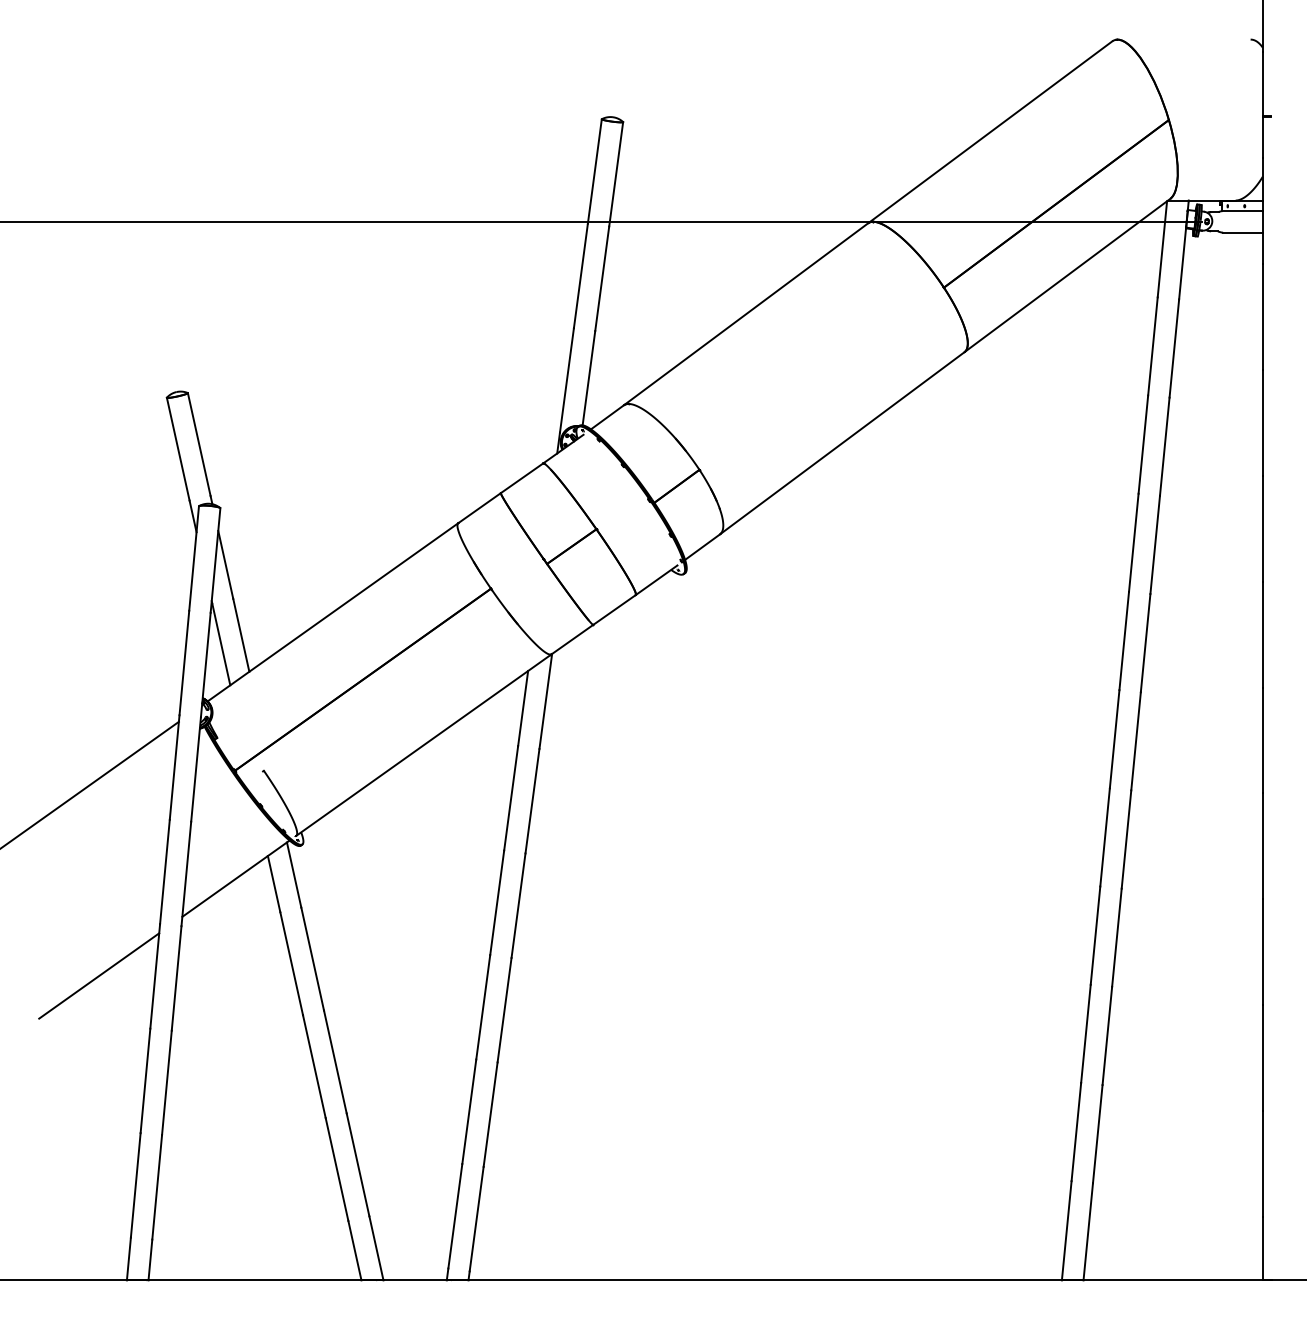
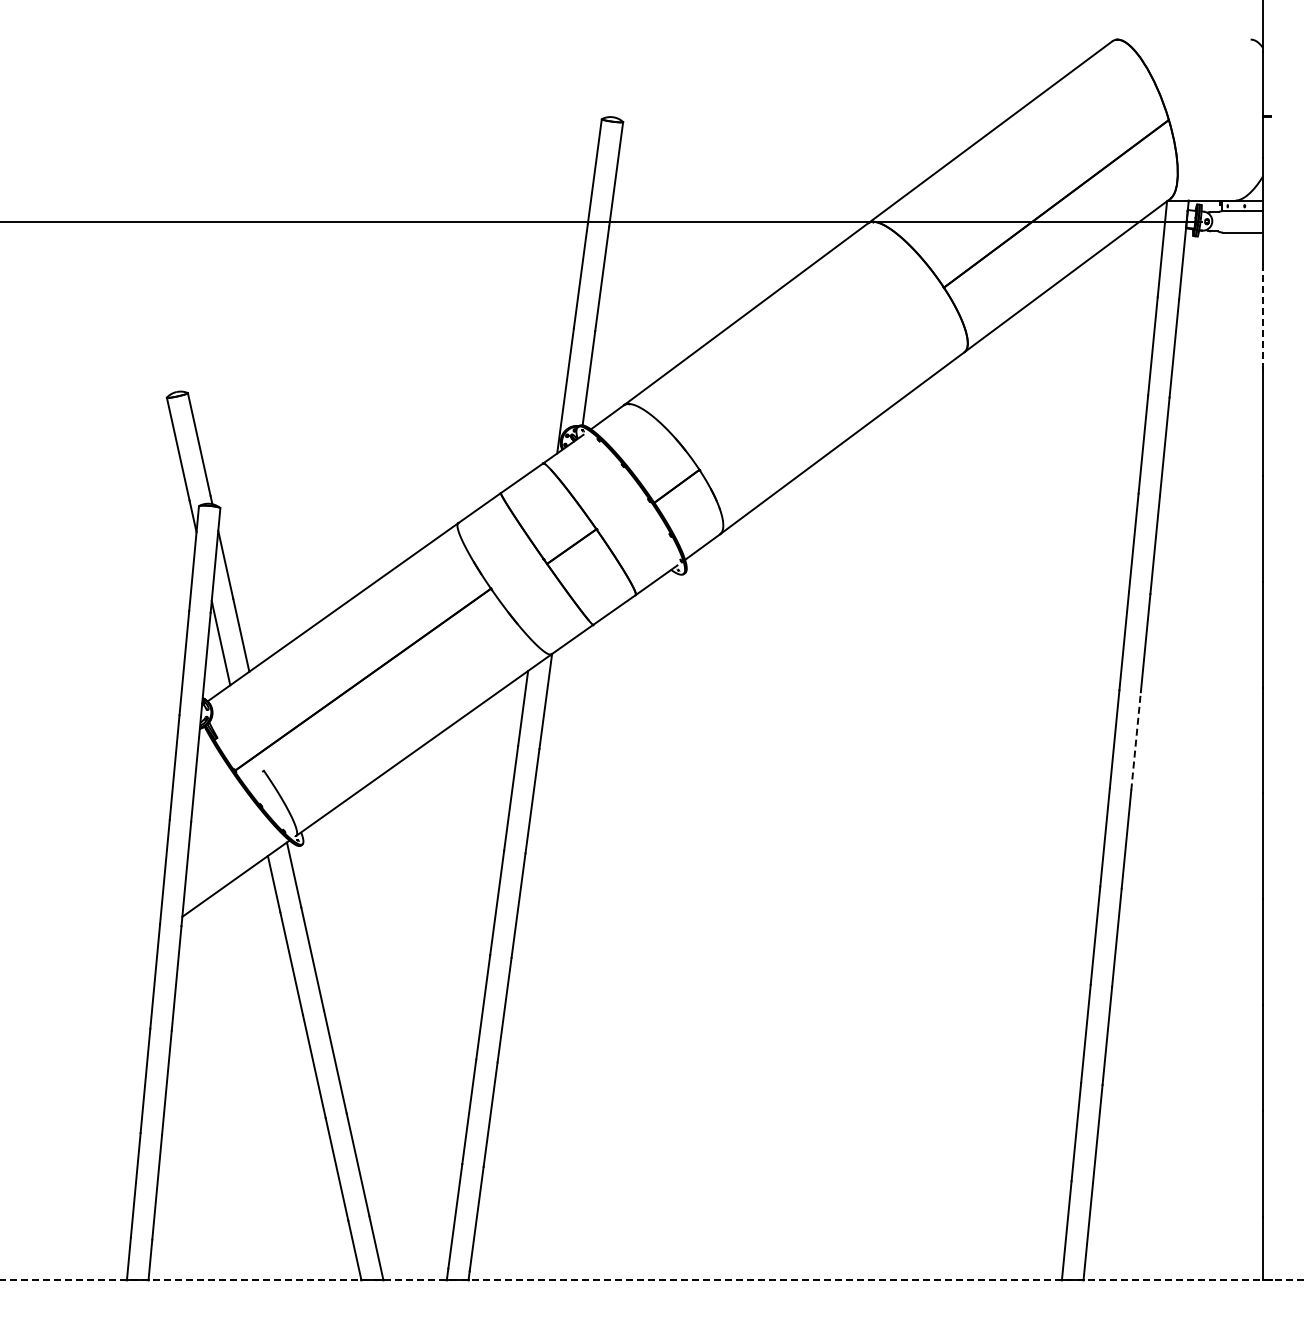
line at (1262, 316): solid -> dashed
line at (1136, 740): solid -> dashed
line at (90, 784): present -> none
line at (99, 975): present -> none
line at (654, 1280): solid -> dashed
